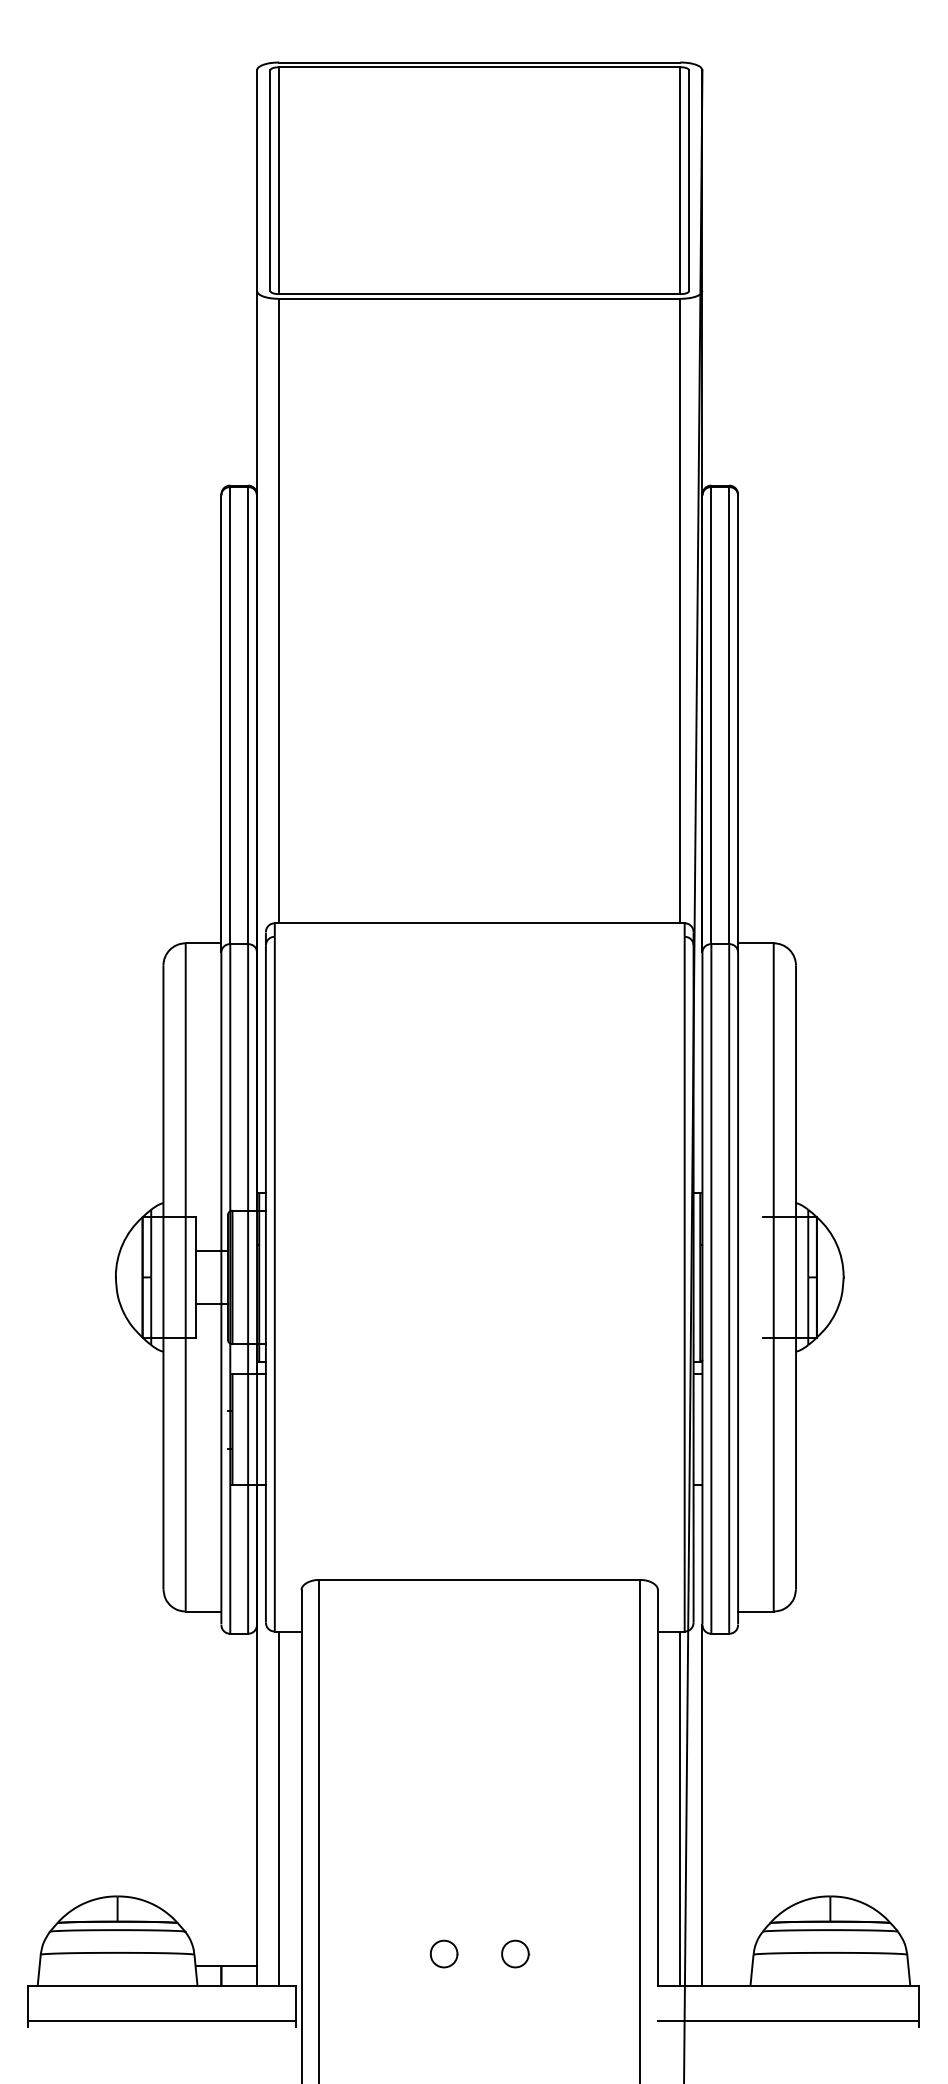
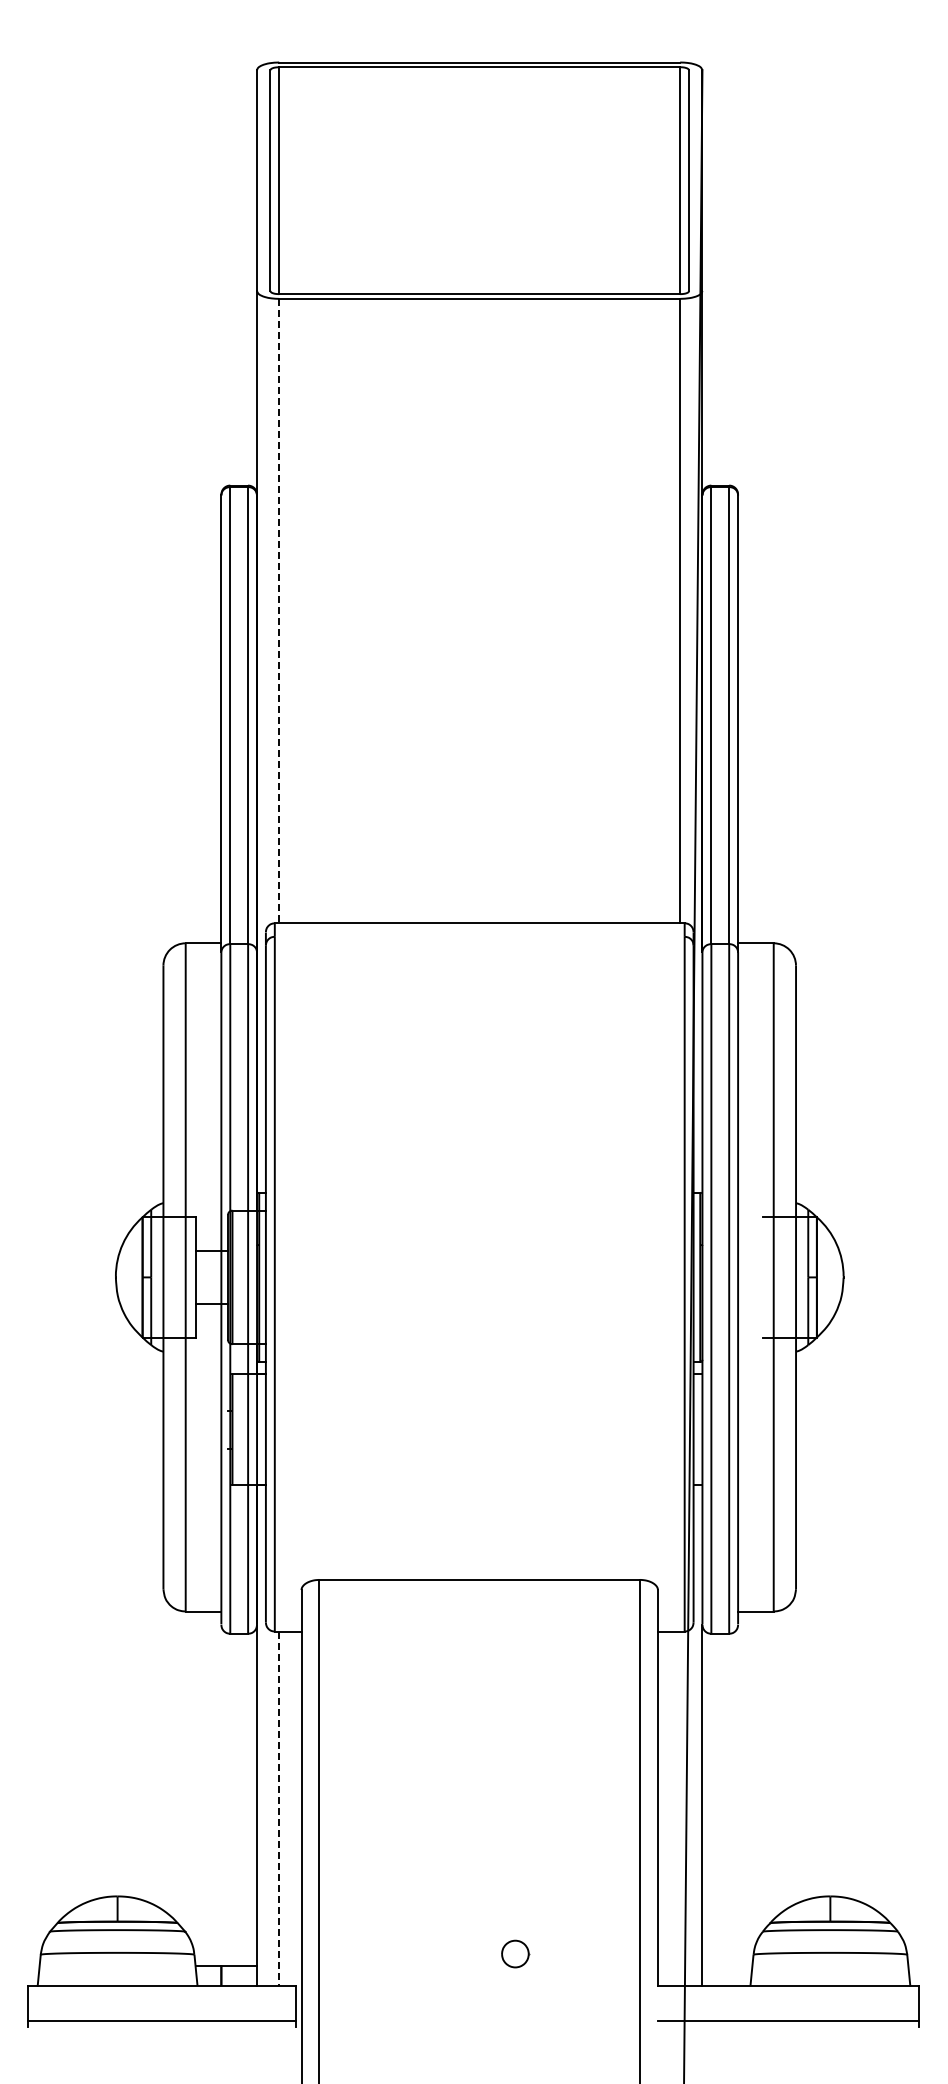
line at (279, 611): solid -> dashed
line at (680, 1808): present -> none
line at (279, 1809): solid -> dashed
part at (443, 1953): present -> none
